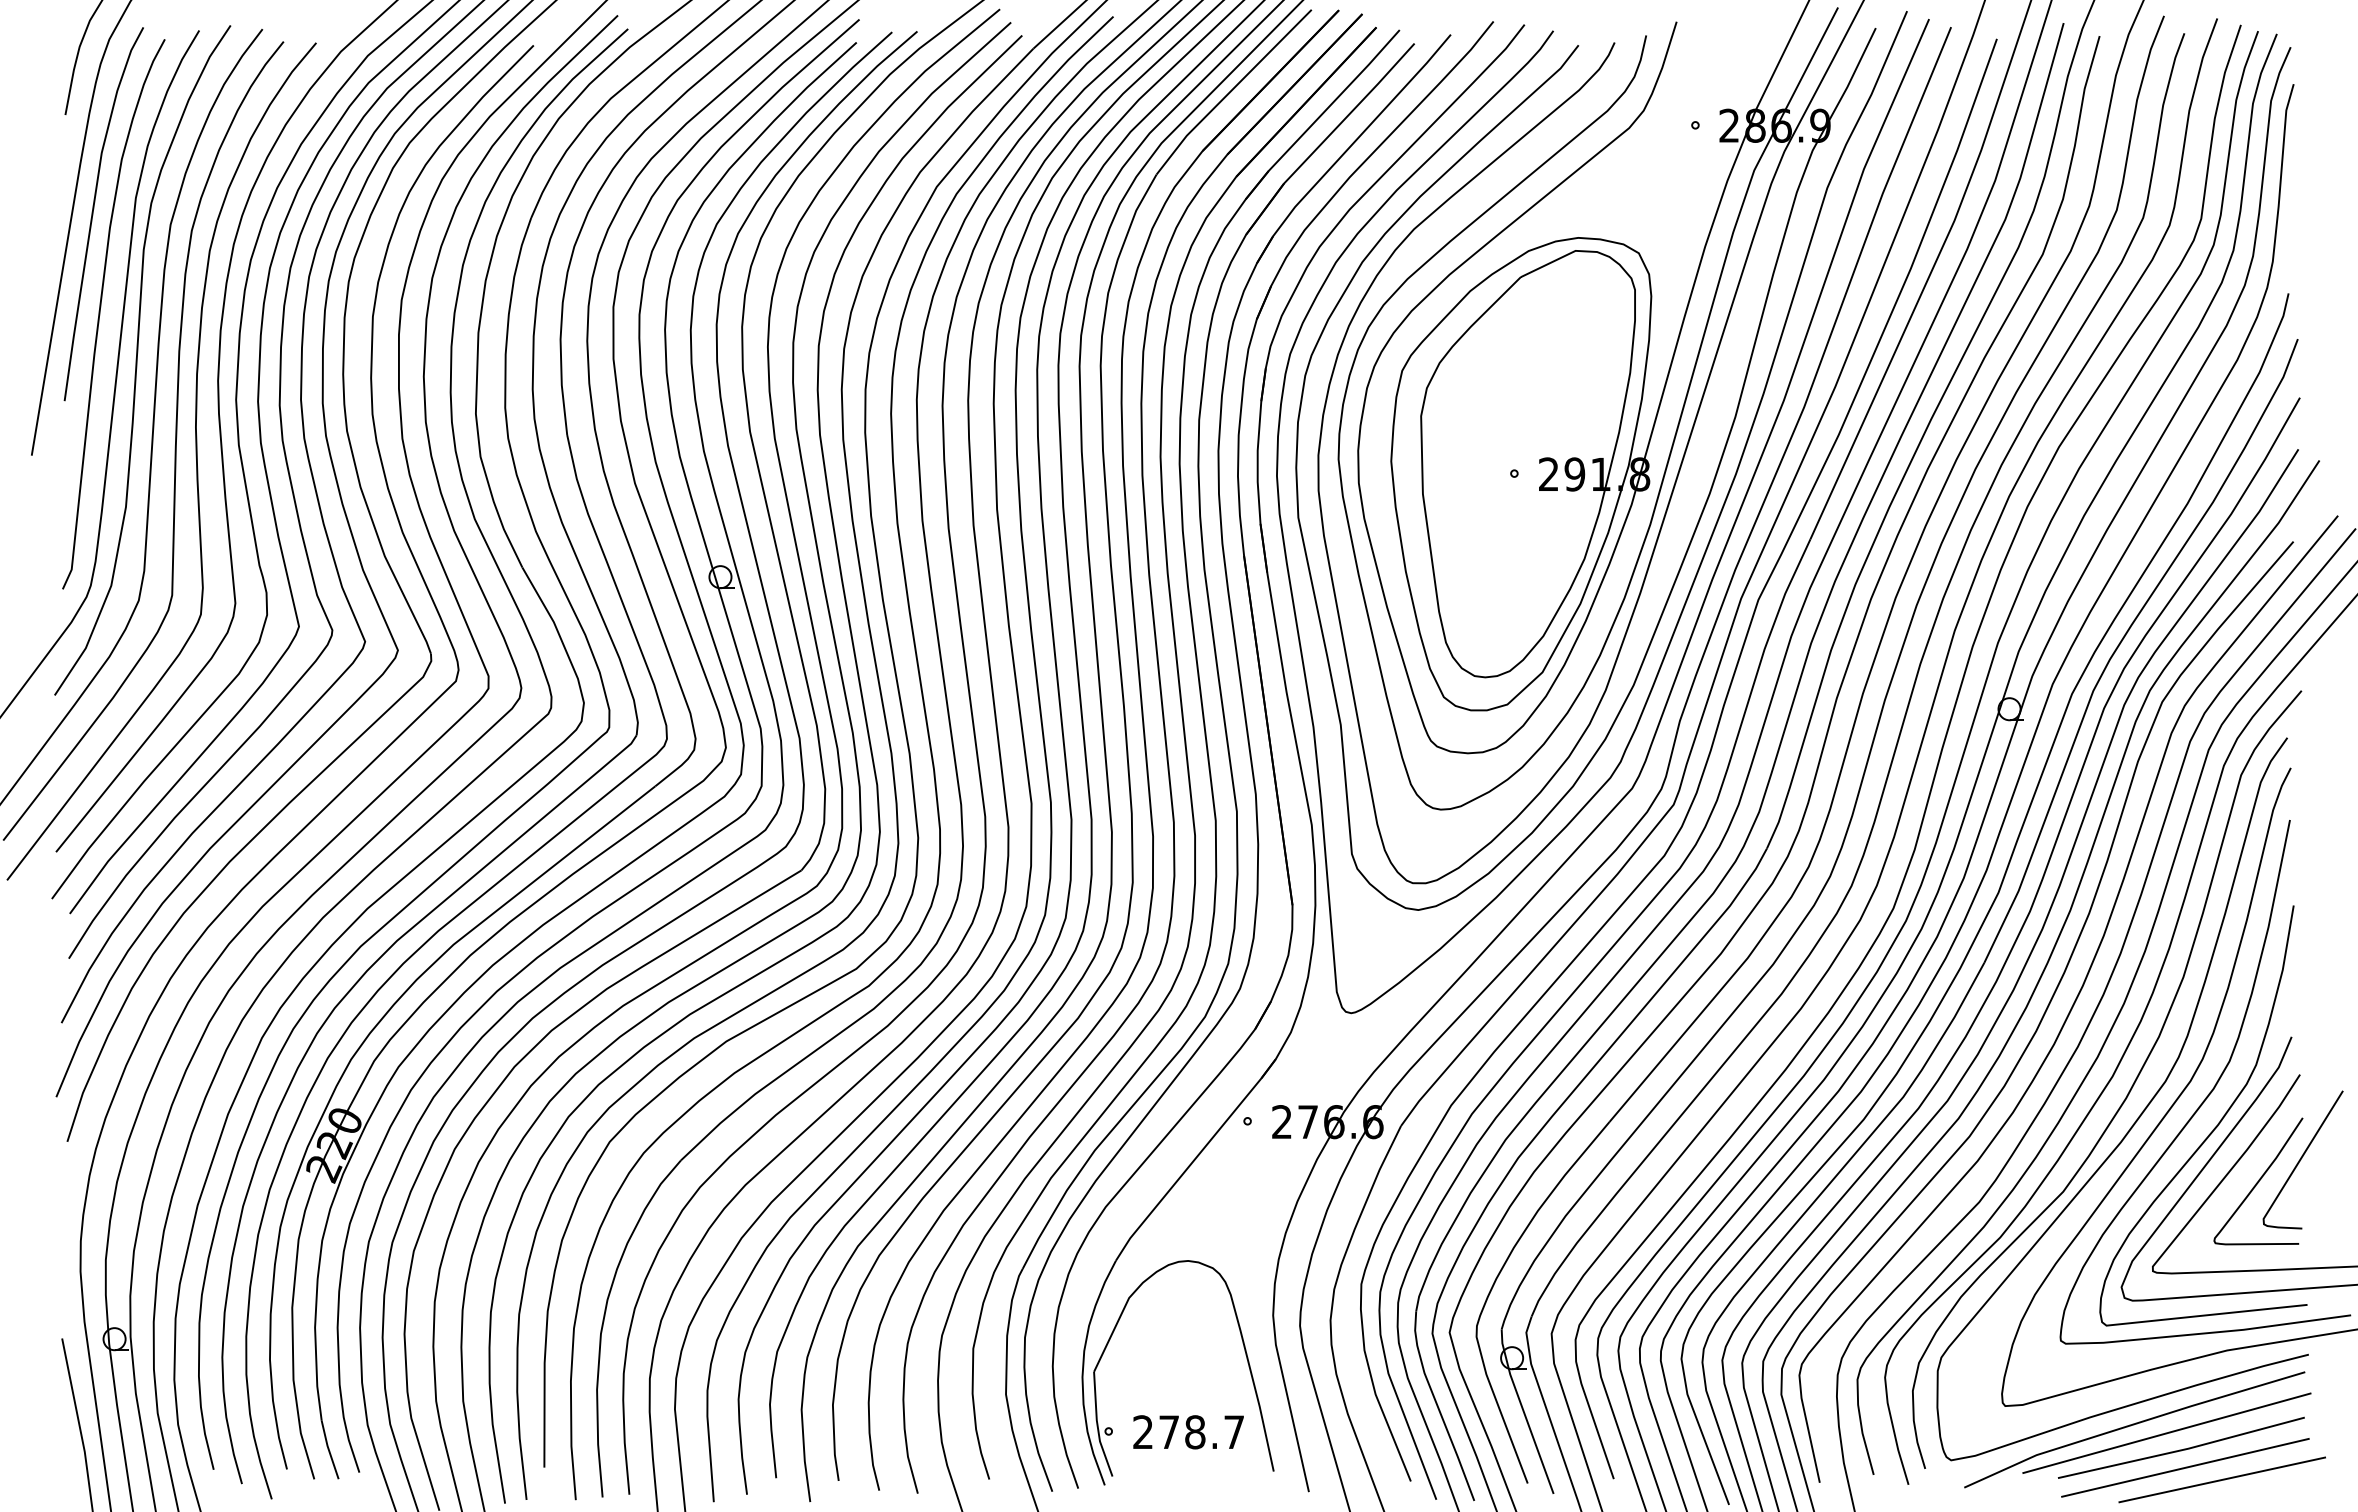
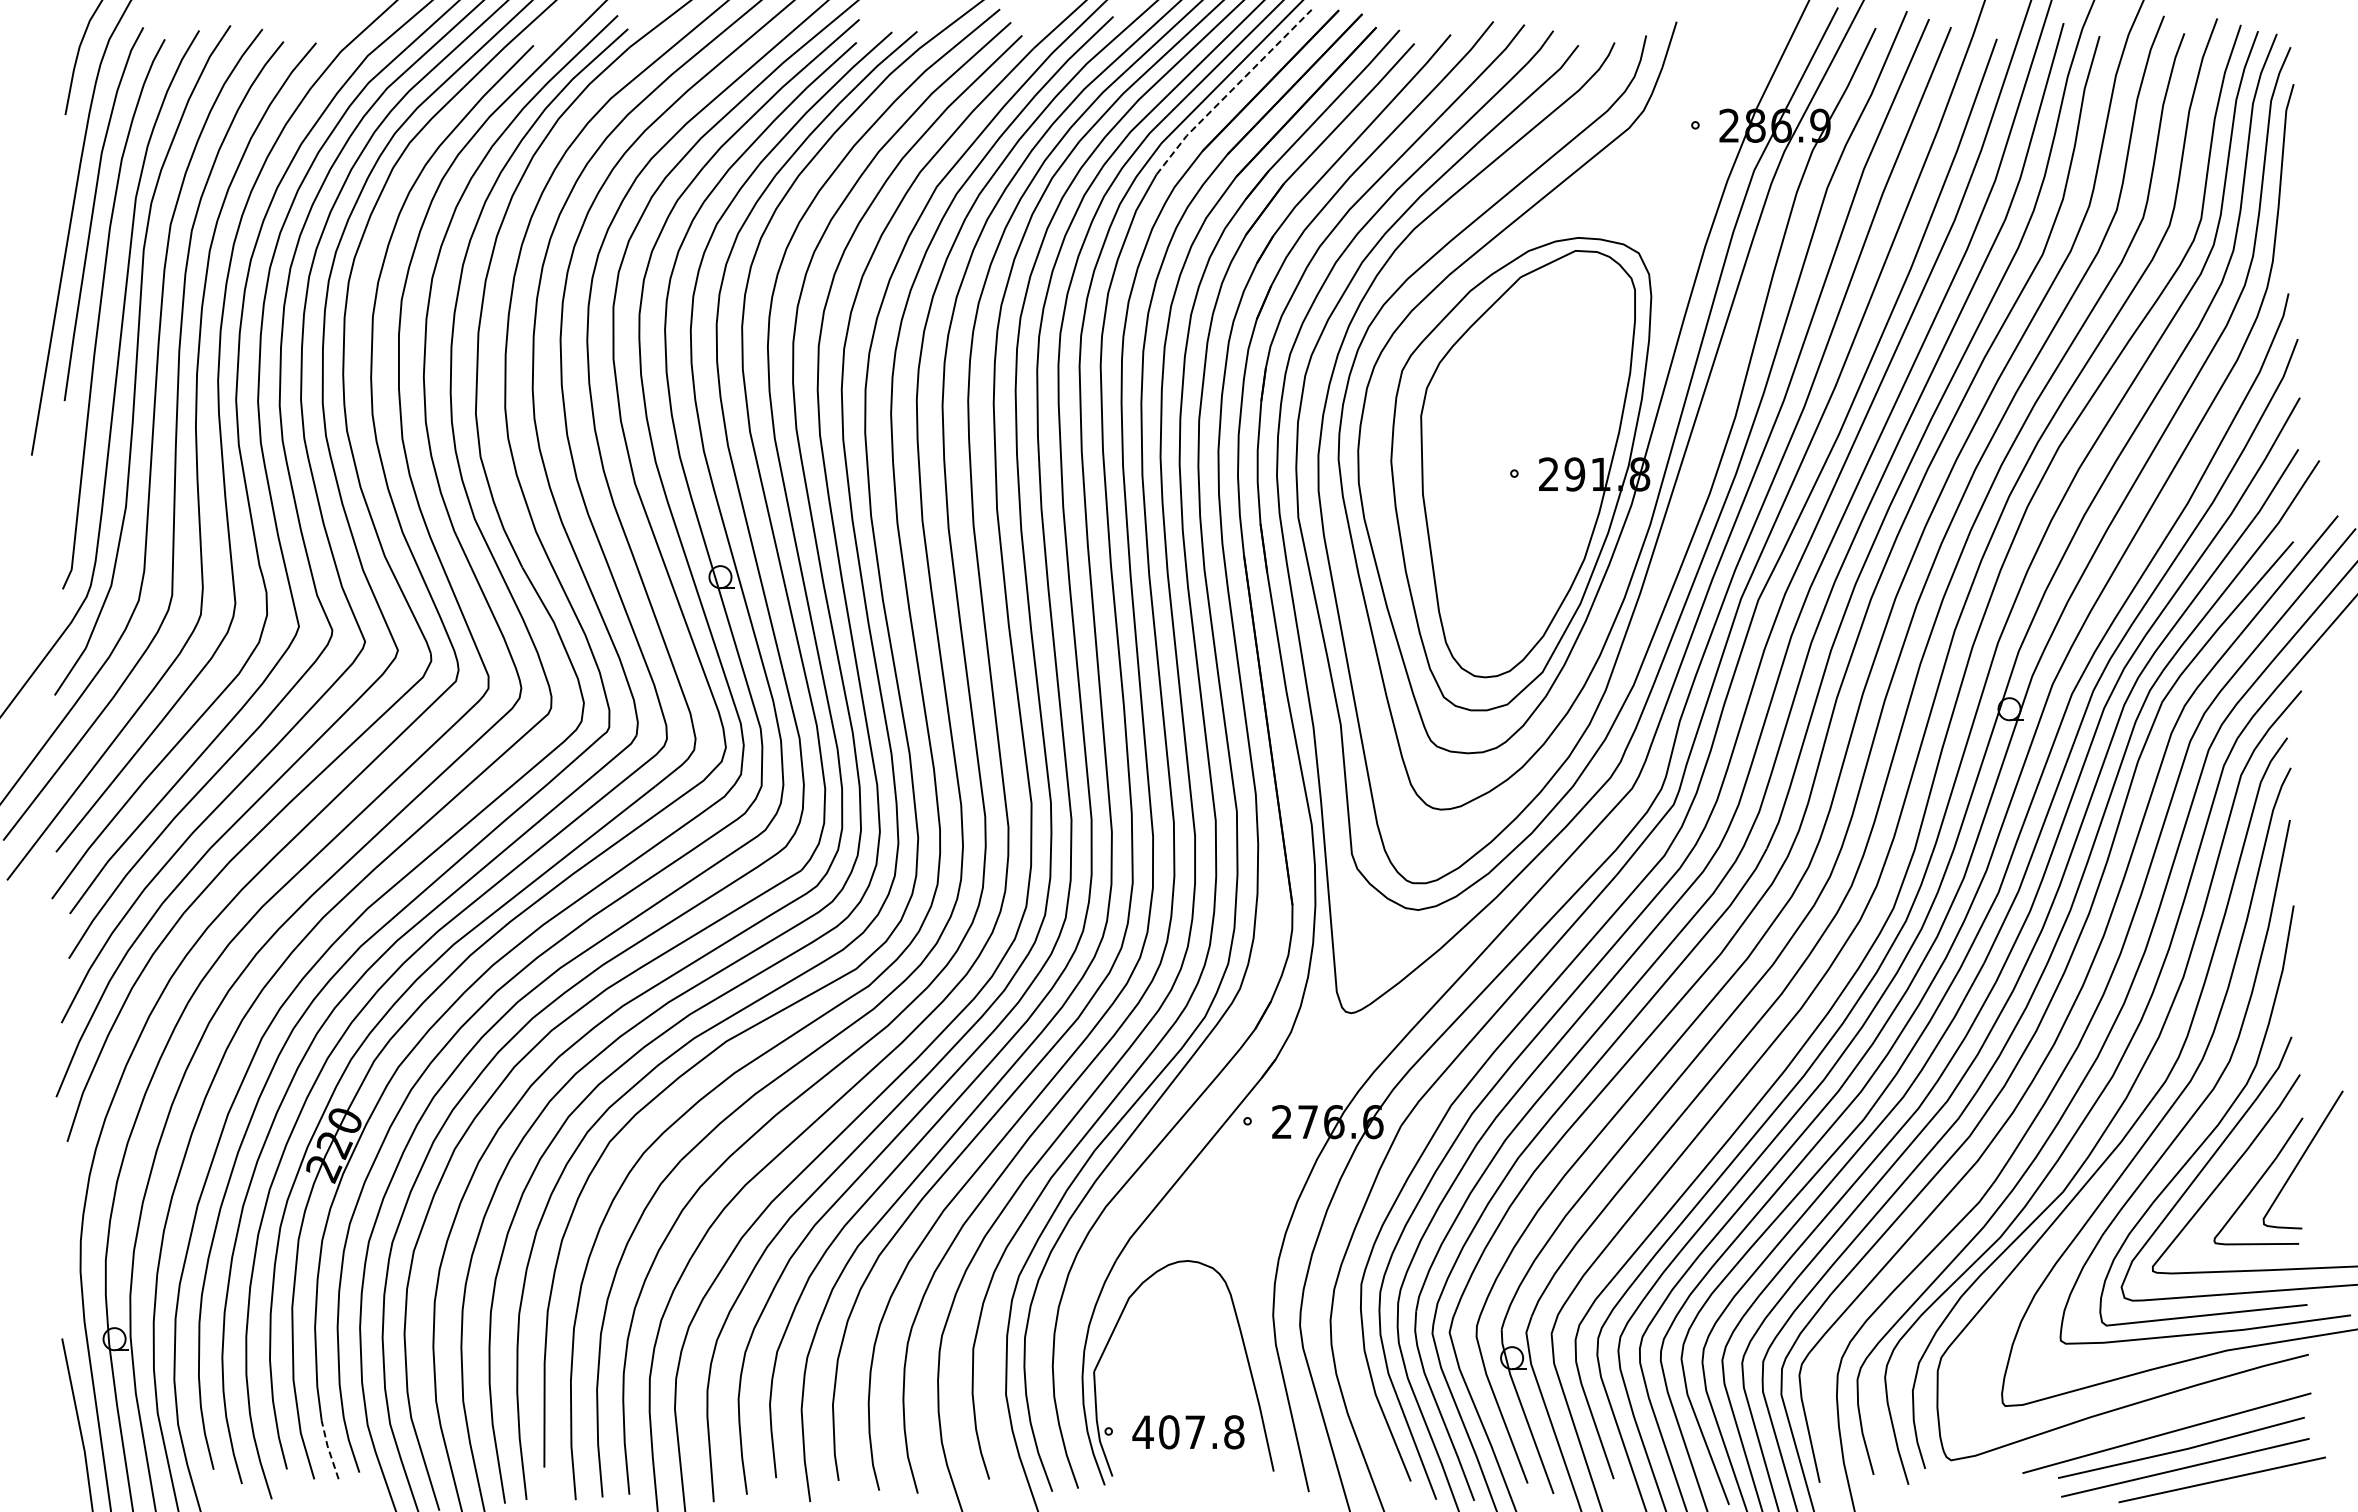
line at (1231, 90): solid -> dashed
line at (2134, 1425): present -> none
text at (1188, 1432): 278.7 -> 407.8
line at (328, 1449): solid -> dashed
